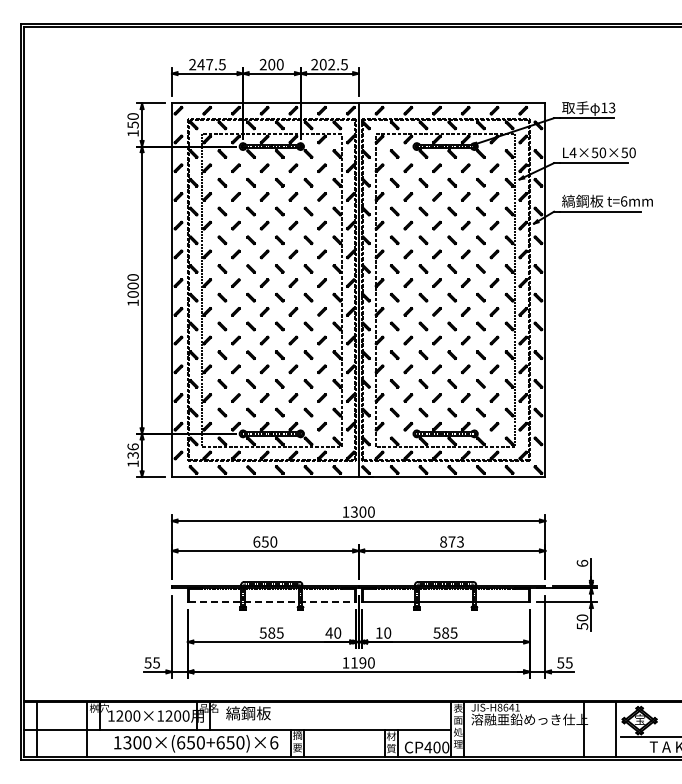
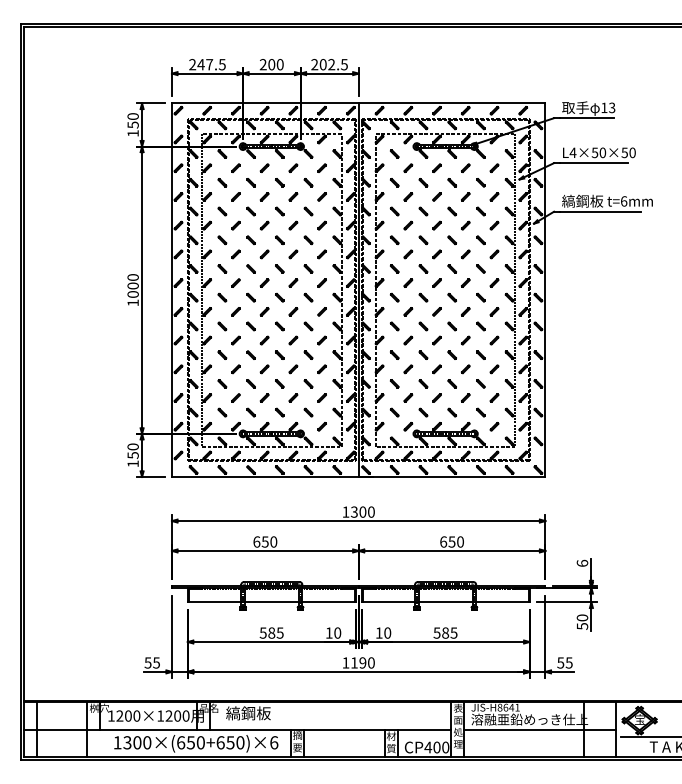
text at (132, 450): 136 -> 150
text at (451, 541): 873 -> 650
line at (271, 602): dashed -> solid
text at (328, 632): 40 -> 10
line at (539, 729): none -> present
